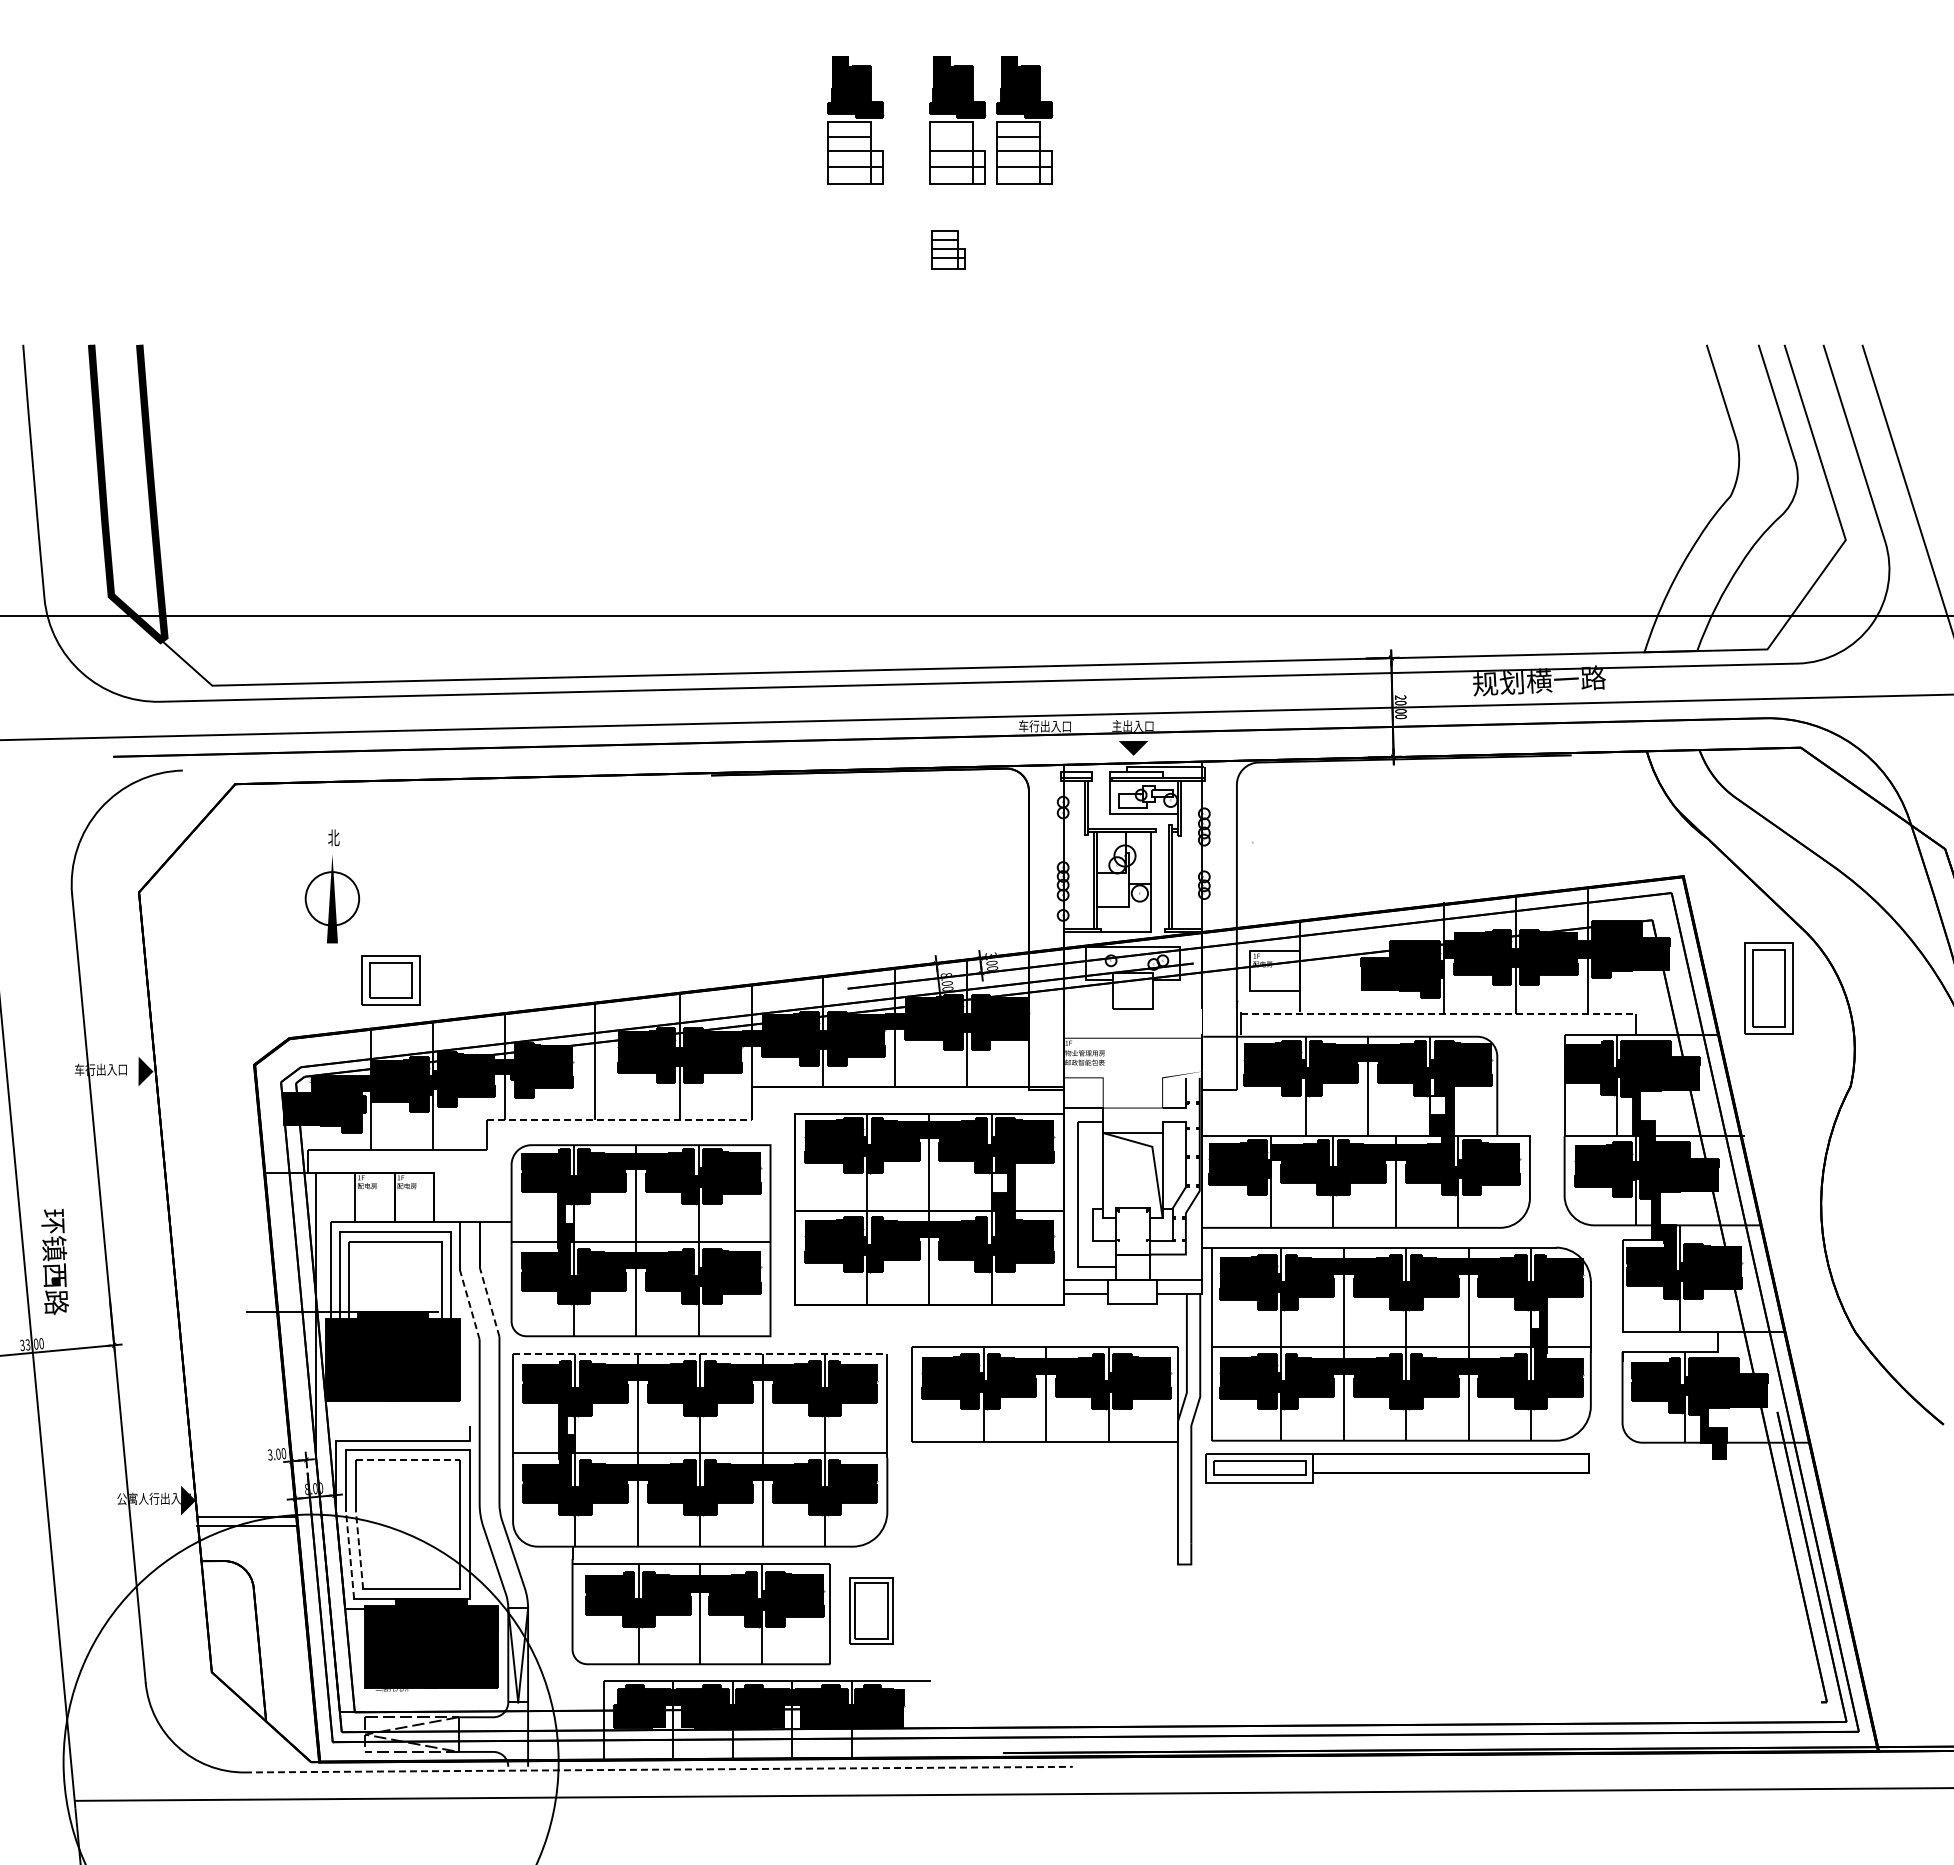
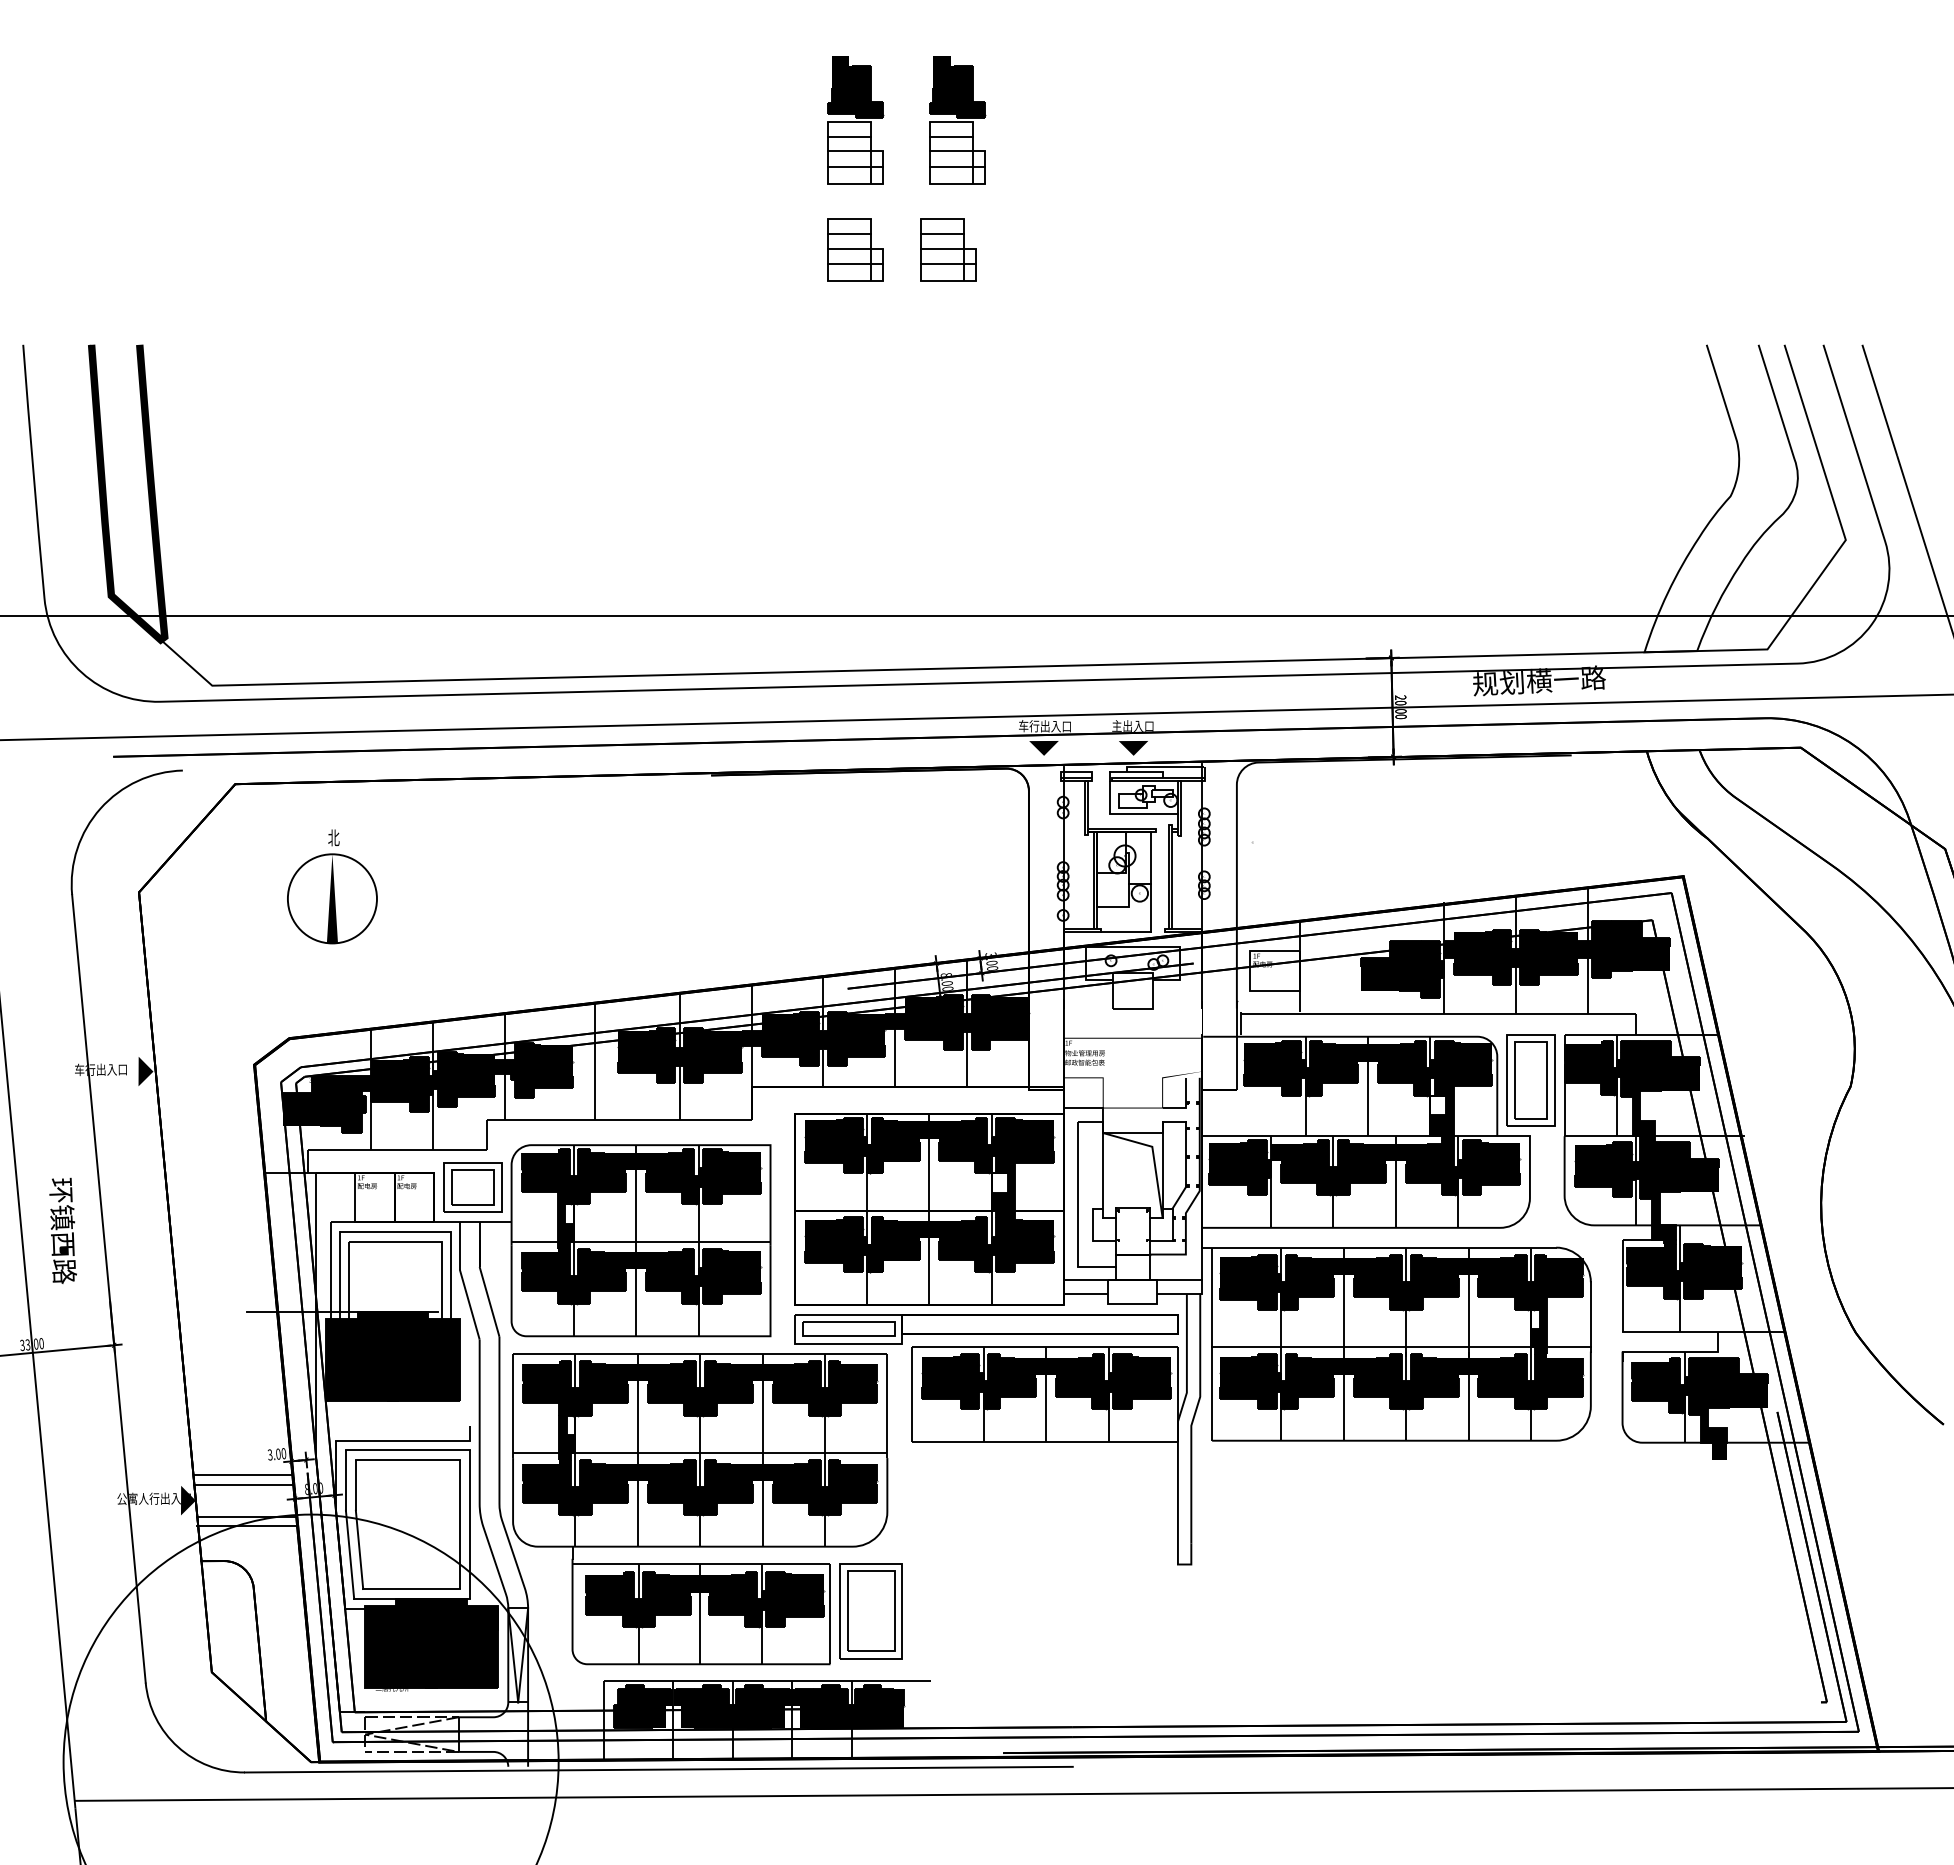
part at (1024, 120): present -> none
line at (950, 136): none -> present
part at (855, 249): none -> present
part at (948, 249) size: 35x40 px -> 57x64 px
fill at (1043, 747): none -> present
circle at (332, 898) diameter: 53 px -> 89 px
part at (390, 980) position: (390, 980) -> (472, 1187)
part at (1768, 988) position: (1768, 988) -> (1530, 1080)
line at (1438, 1014): dashed -> solid
line at (619, 1120): dashed -> solid
text at (54, 1261) position: (54, 1261) -> (62, 1230)
line at (489, 1301): dashed -> solid
line at (469, 1304): dashed -> solid
line at (700, 1353): dashed -> solid
line at (407, 1460): dashed -> solid
part at (1397, 1468) position: (1397, 1468) -> (986, 1329)
line at (243, 1474): none -> present
line at (243, 1484): none -> present
line at (359, 1549): dashed -> solid
line at (350, 1554): dashed -> solid
part at (871, 1610) size: 45x68 px -> 64x97 px
line at (658, 1769): dashed -> solid
